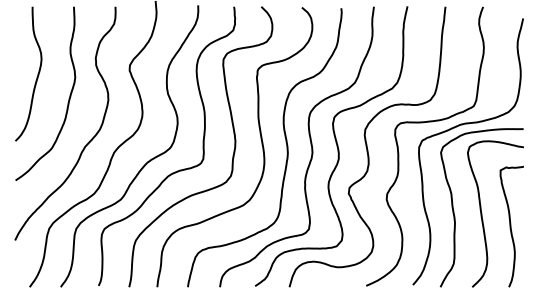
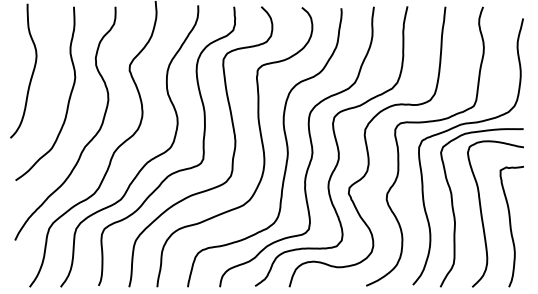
curve at (36, 77) position: (36, 77) -> (31, 74)
